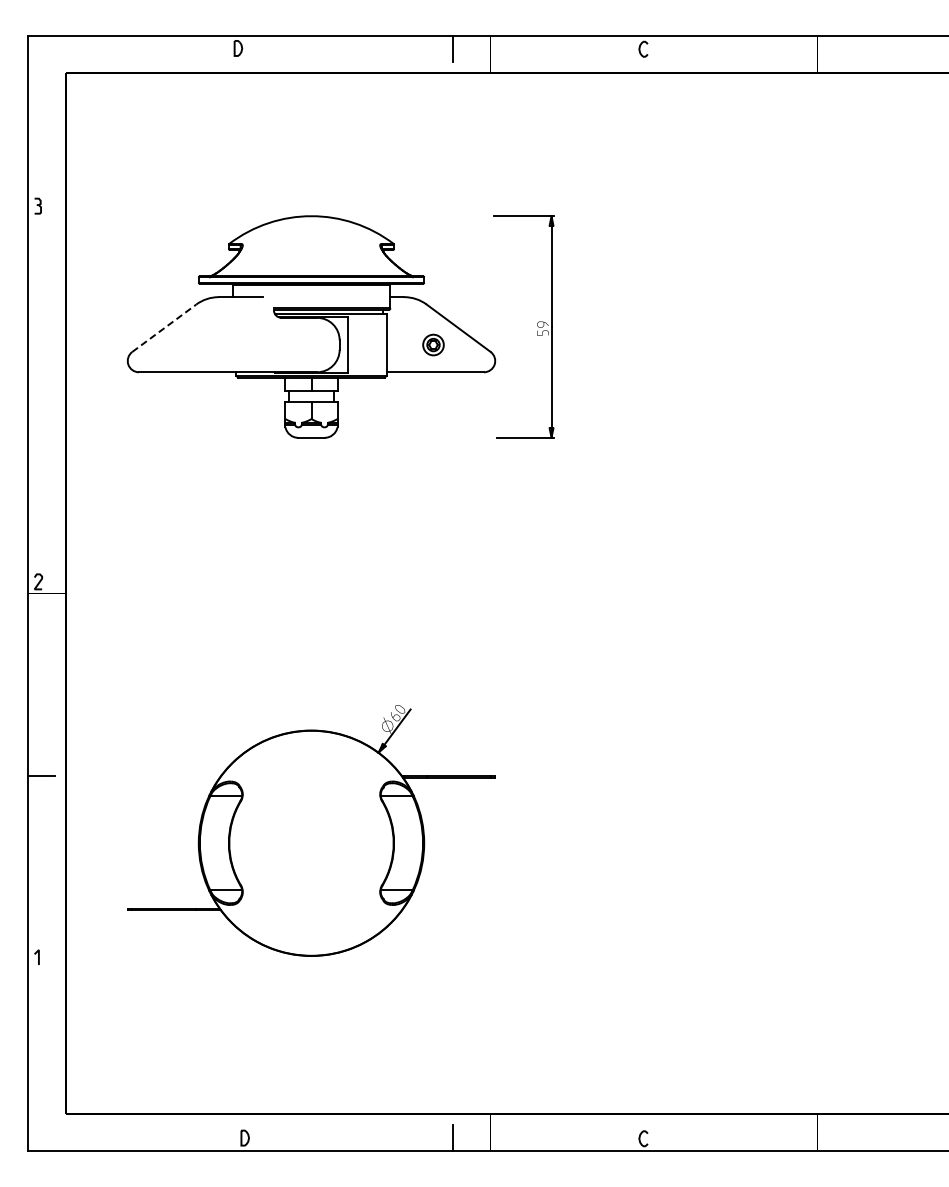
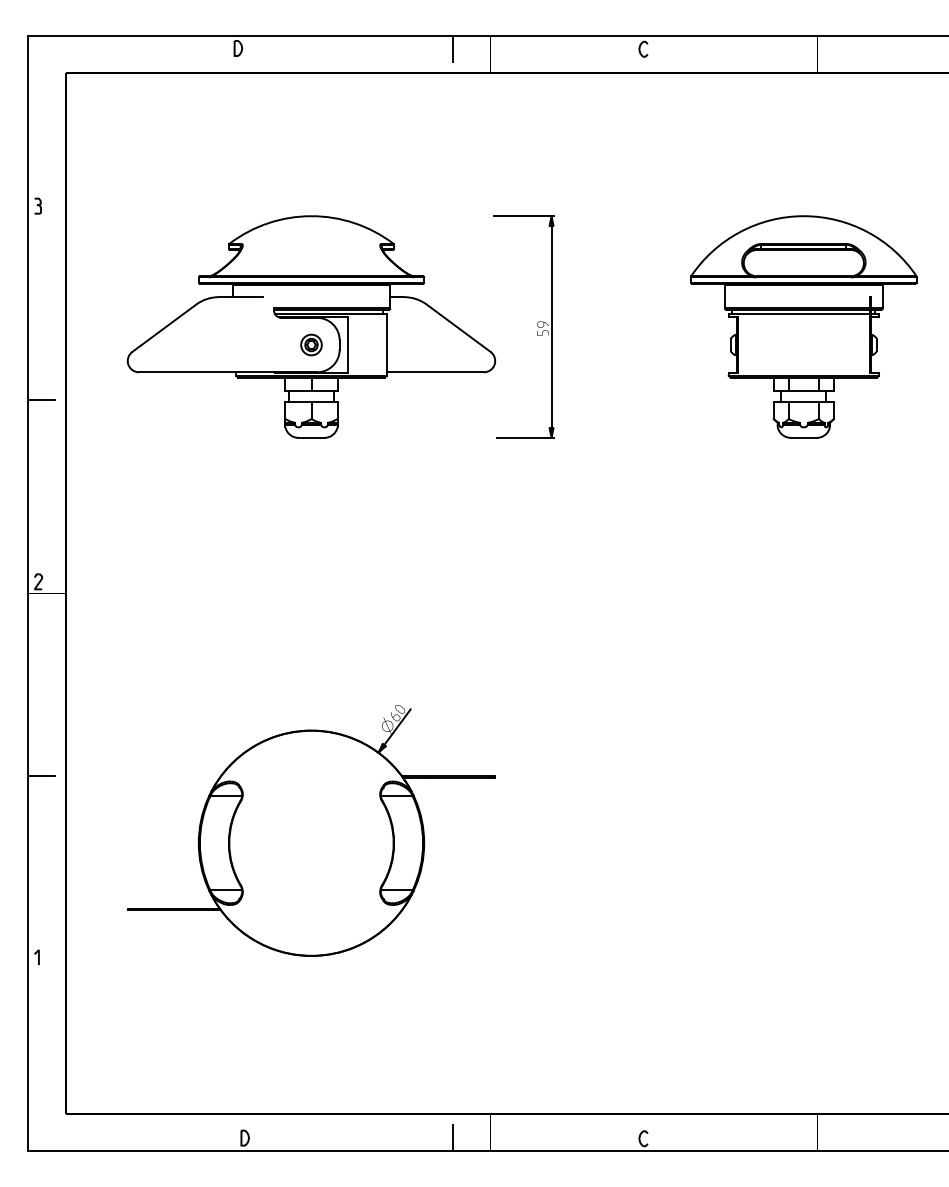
part at (803, 326): none -> present
line at (164, 328): dashed -> solid
part at (433, 344) position: (433, 344) -> (311, 344)
line at (41, 400): none -> present
